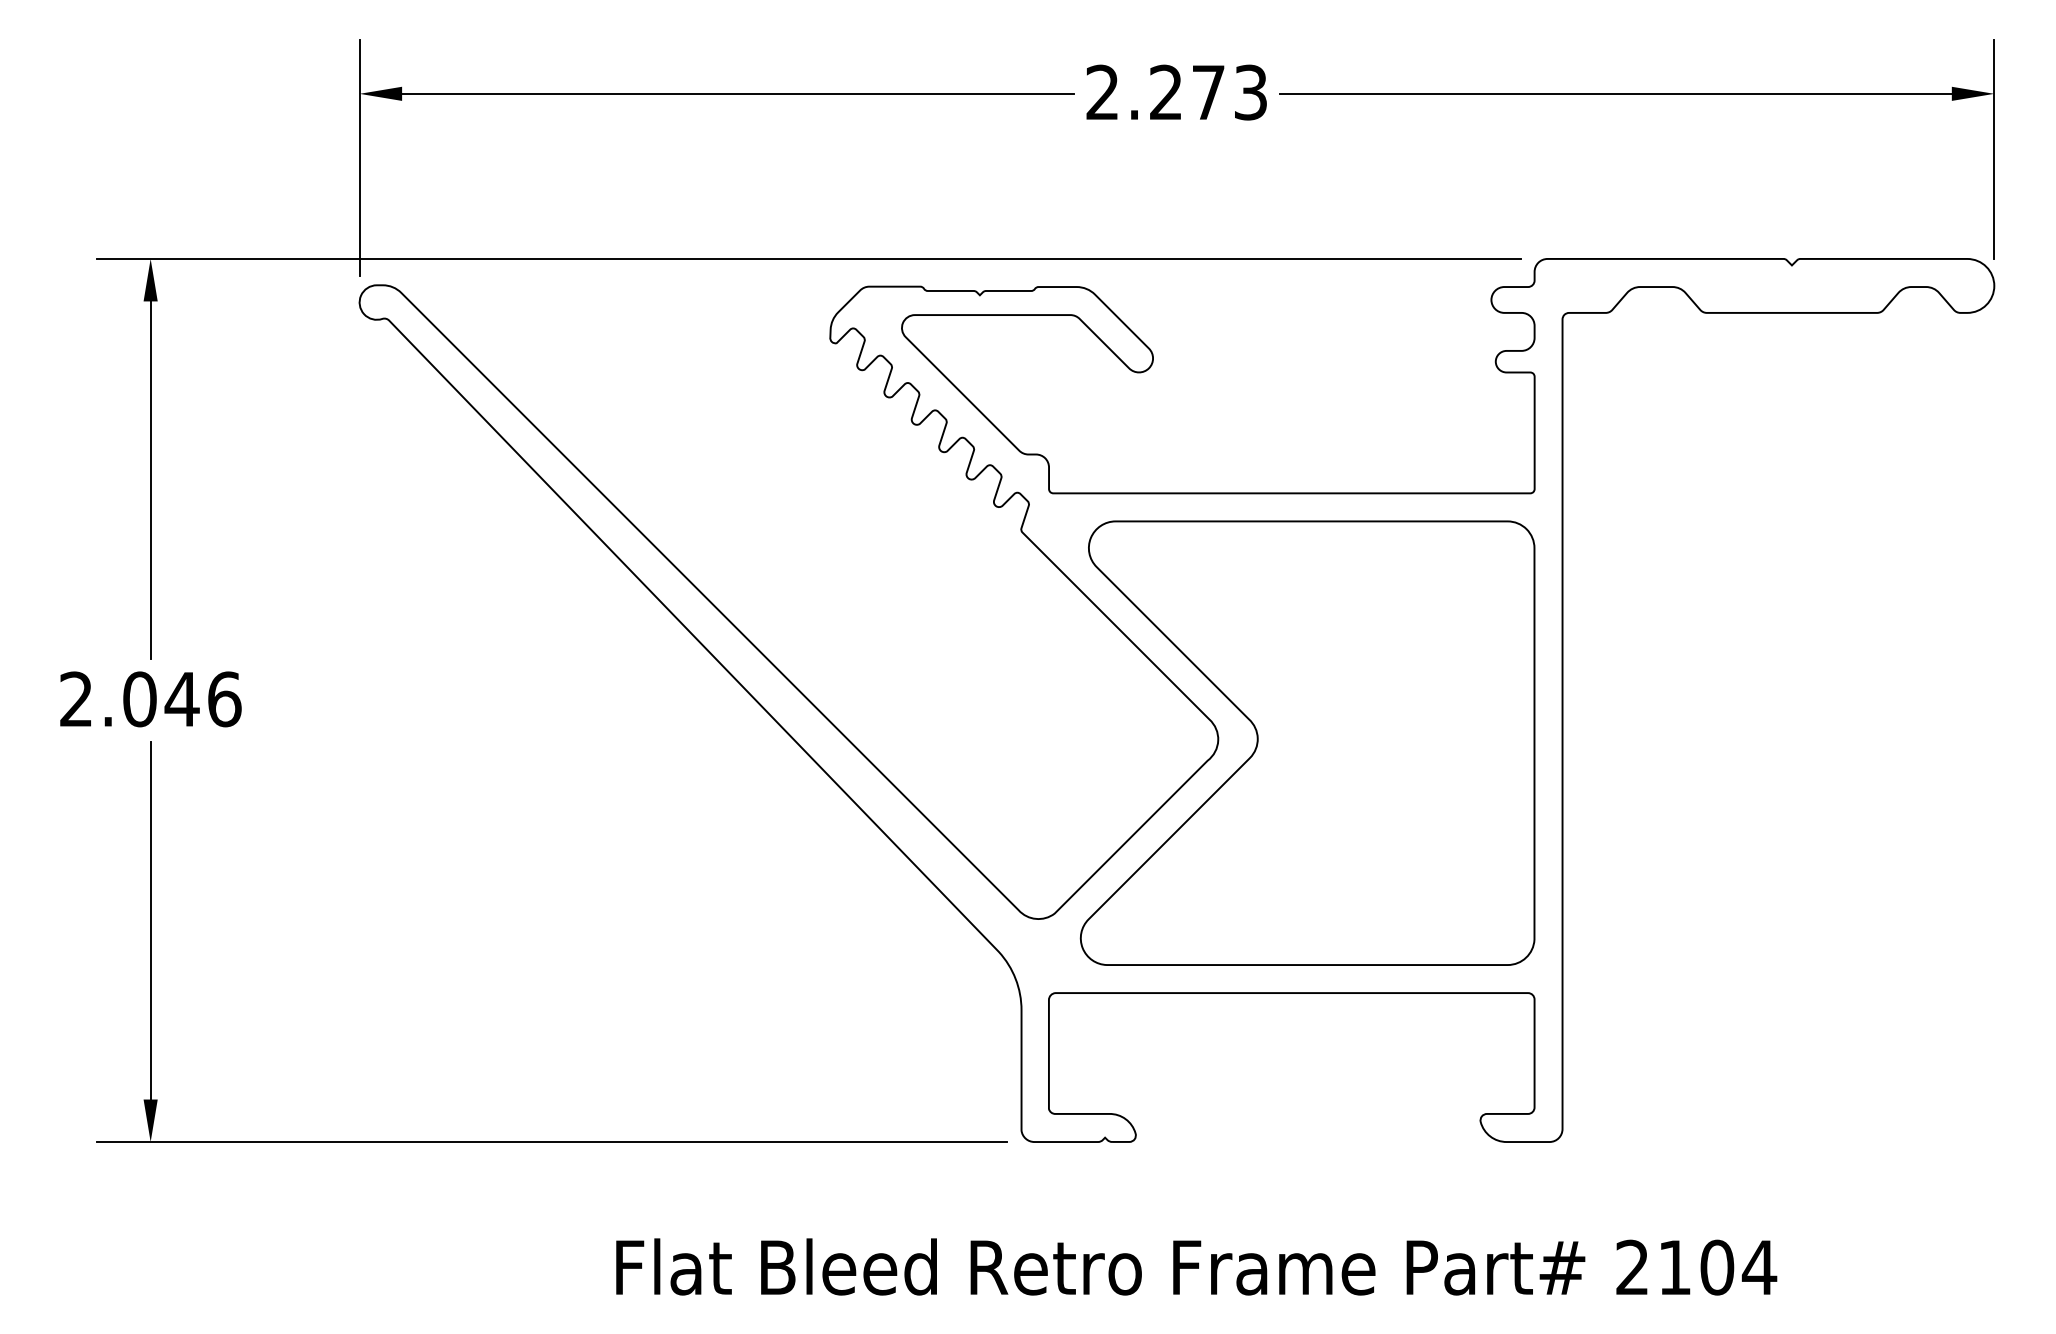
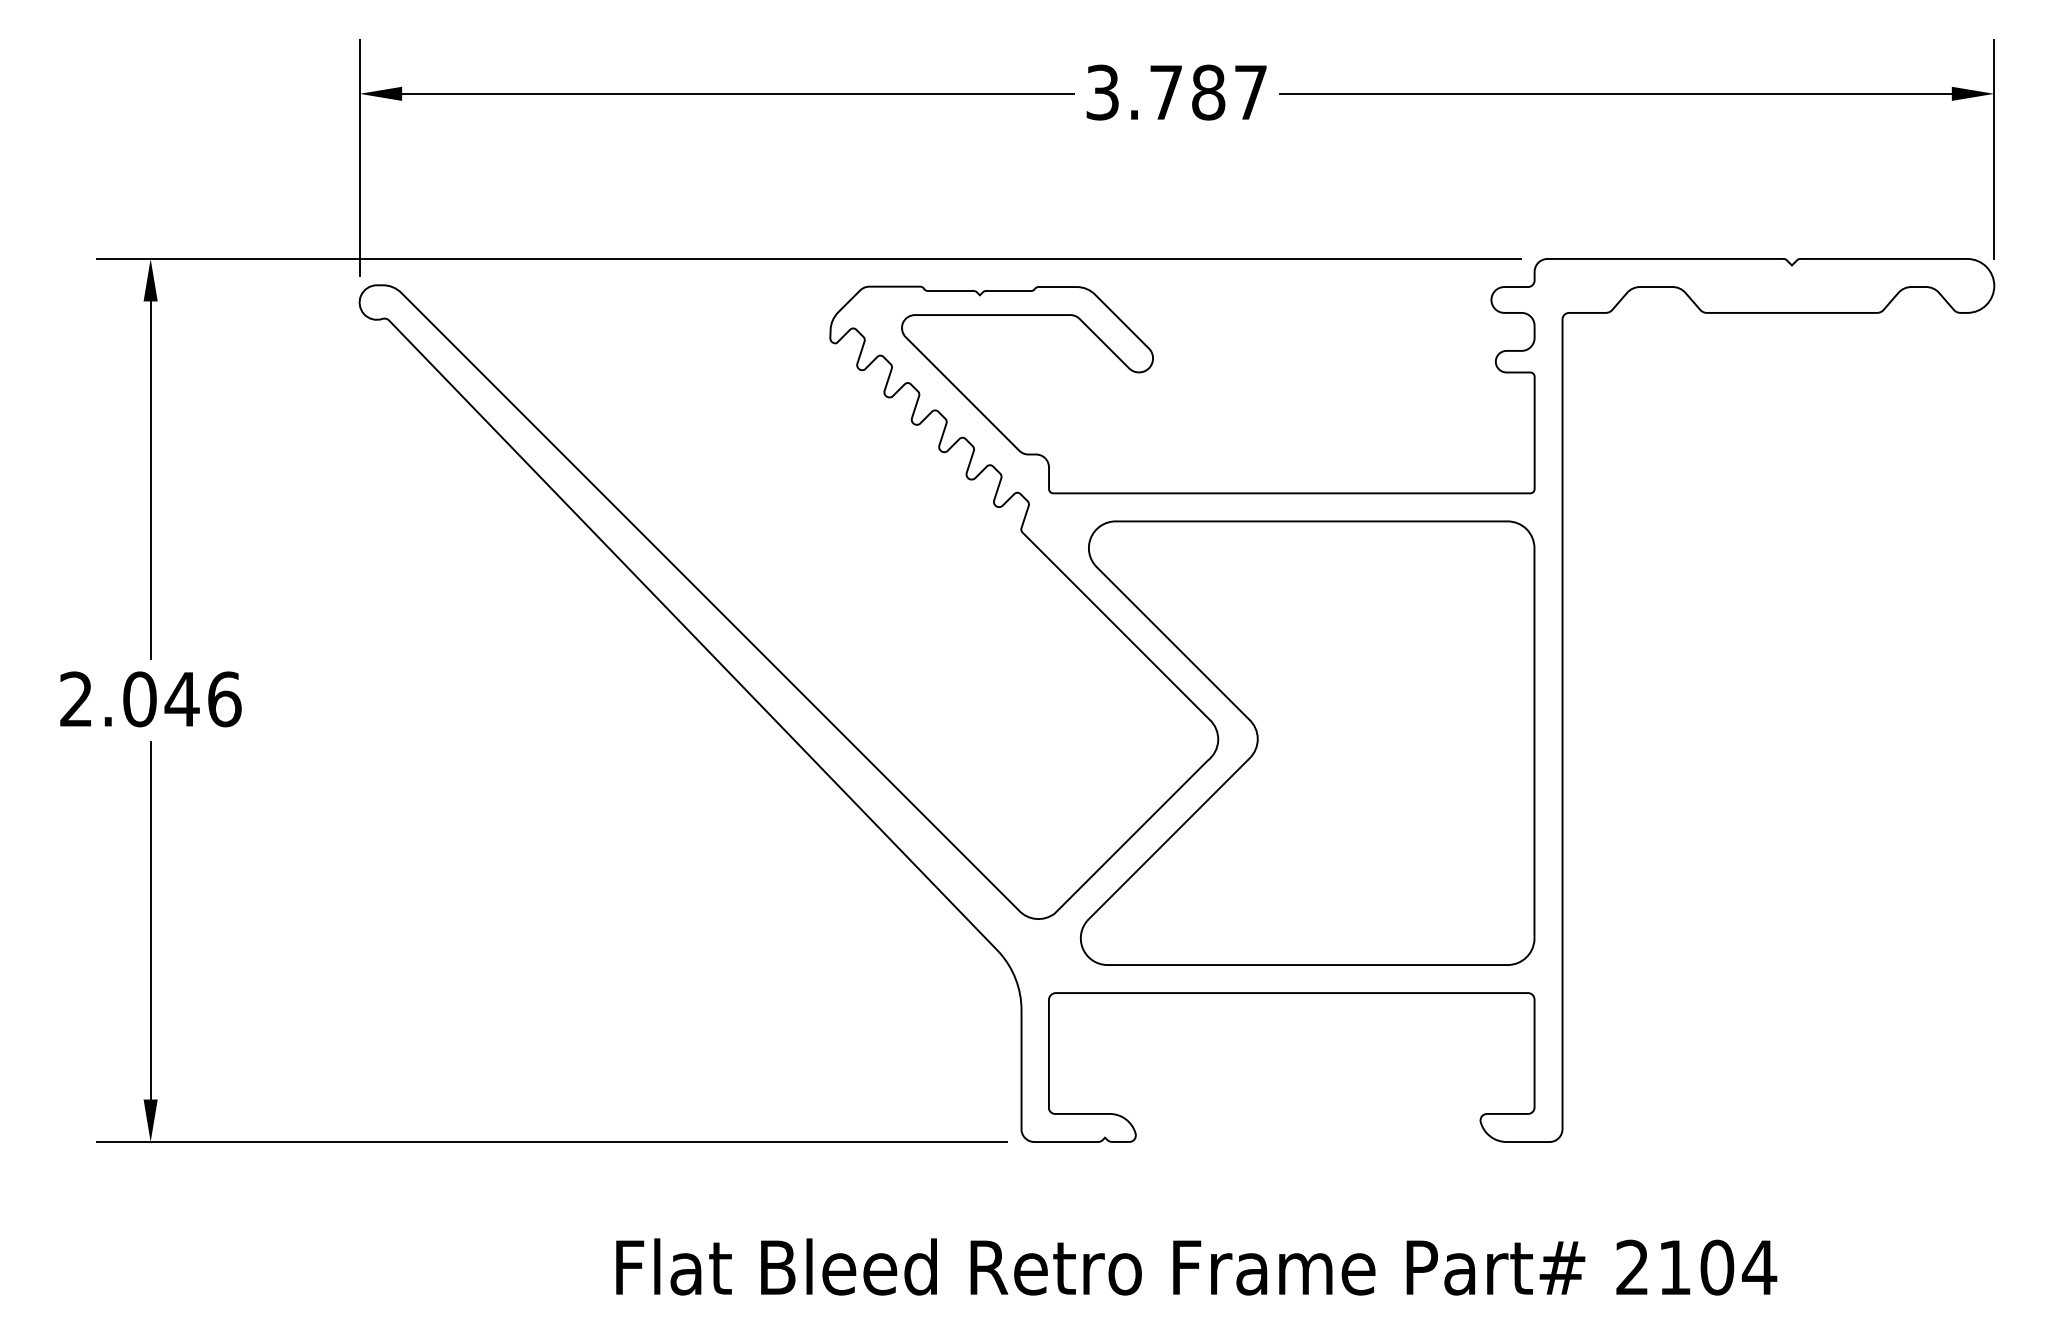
text at (1176, 92): 2.273 -> 3.787
